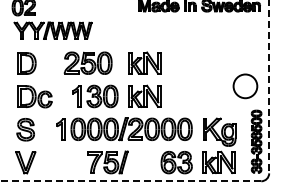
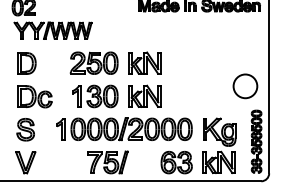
part at (87, 62) position: (87, 62) -> (93, 62)
line at (269, 86): dashed -> solid
line at (130, 181): dashed -> solid
